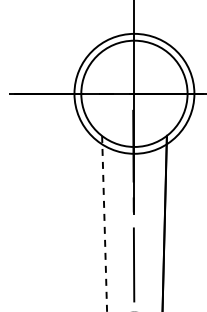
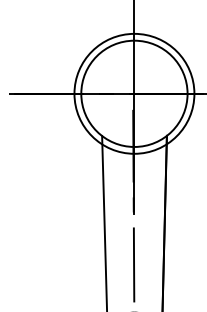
line at (104, 223): dashed -> solid
